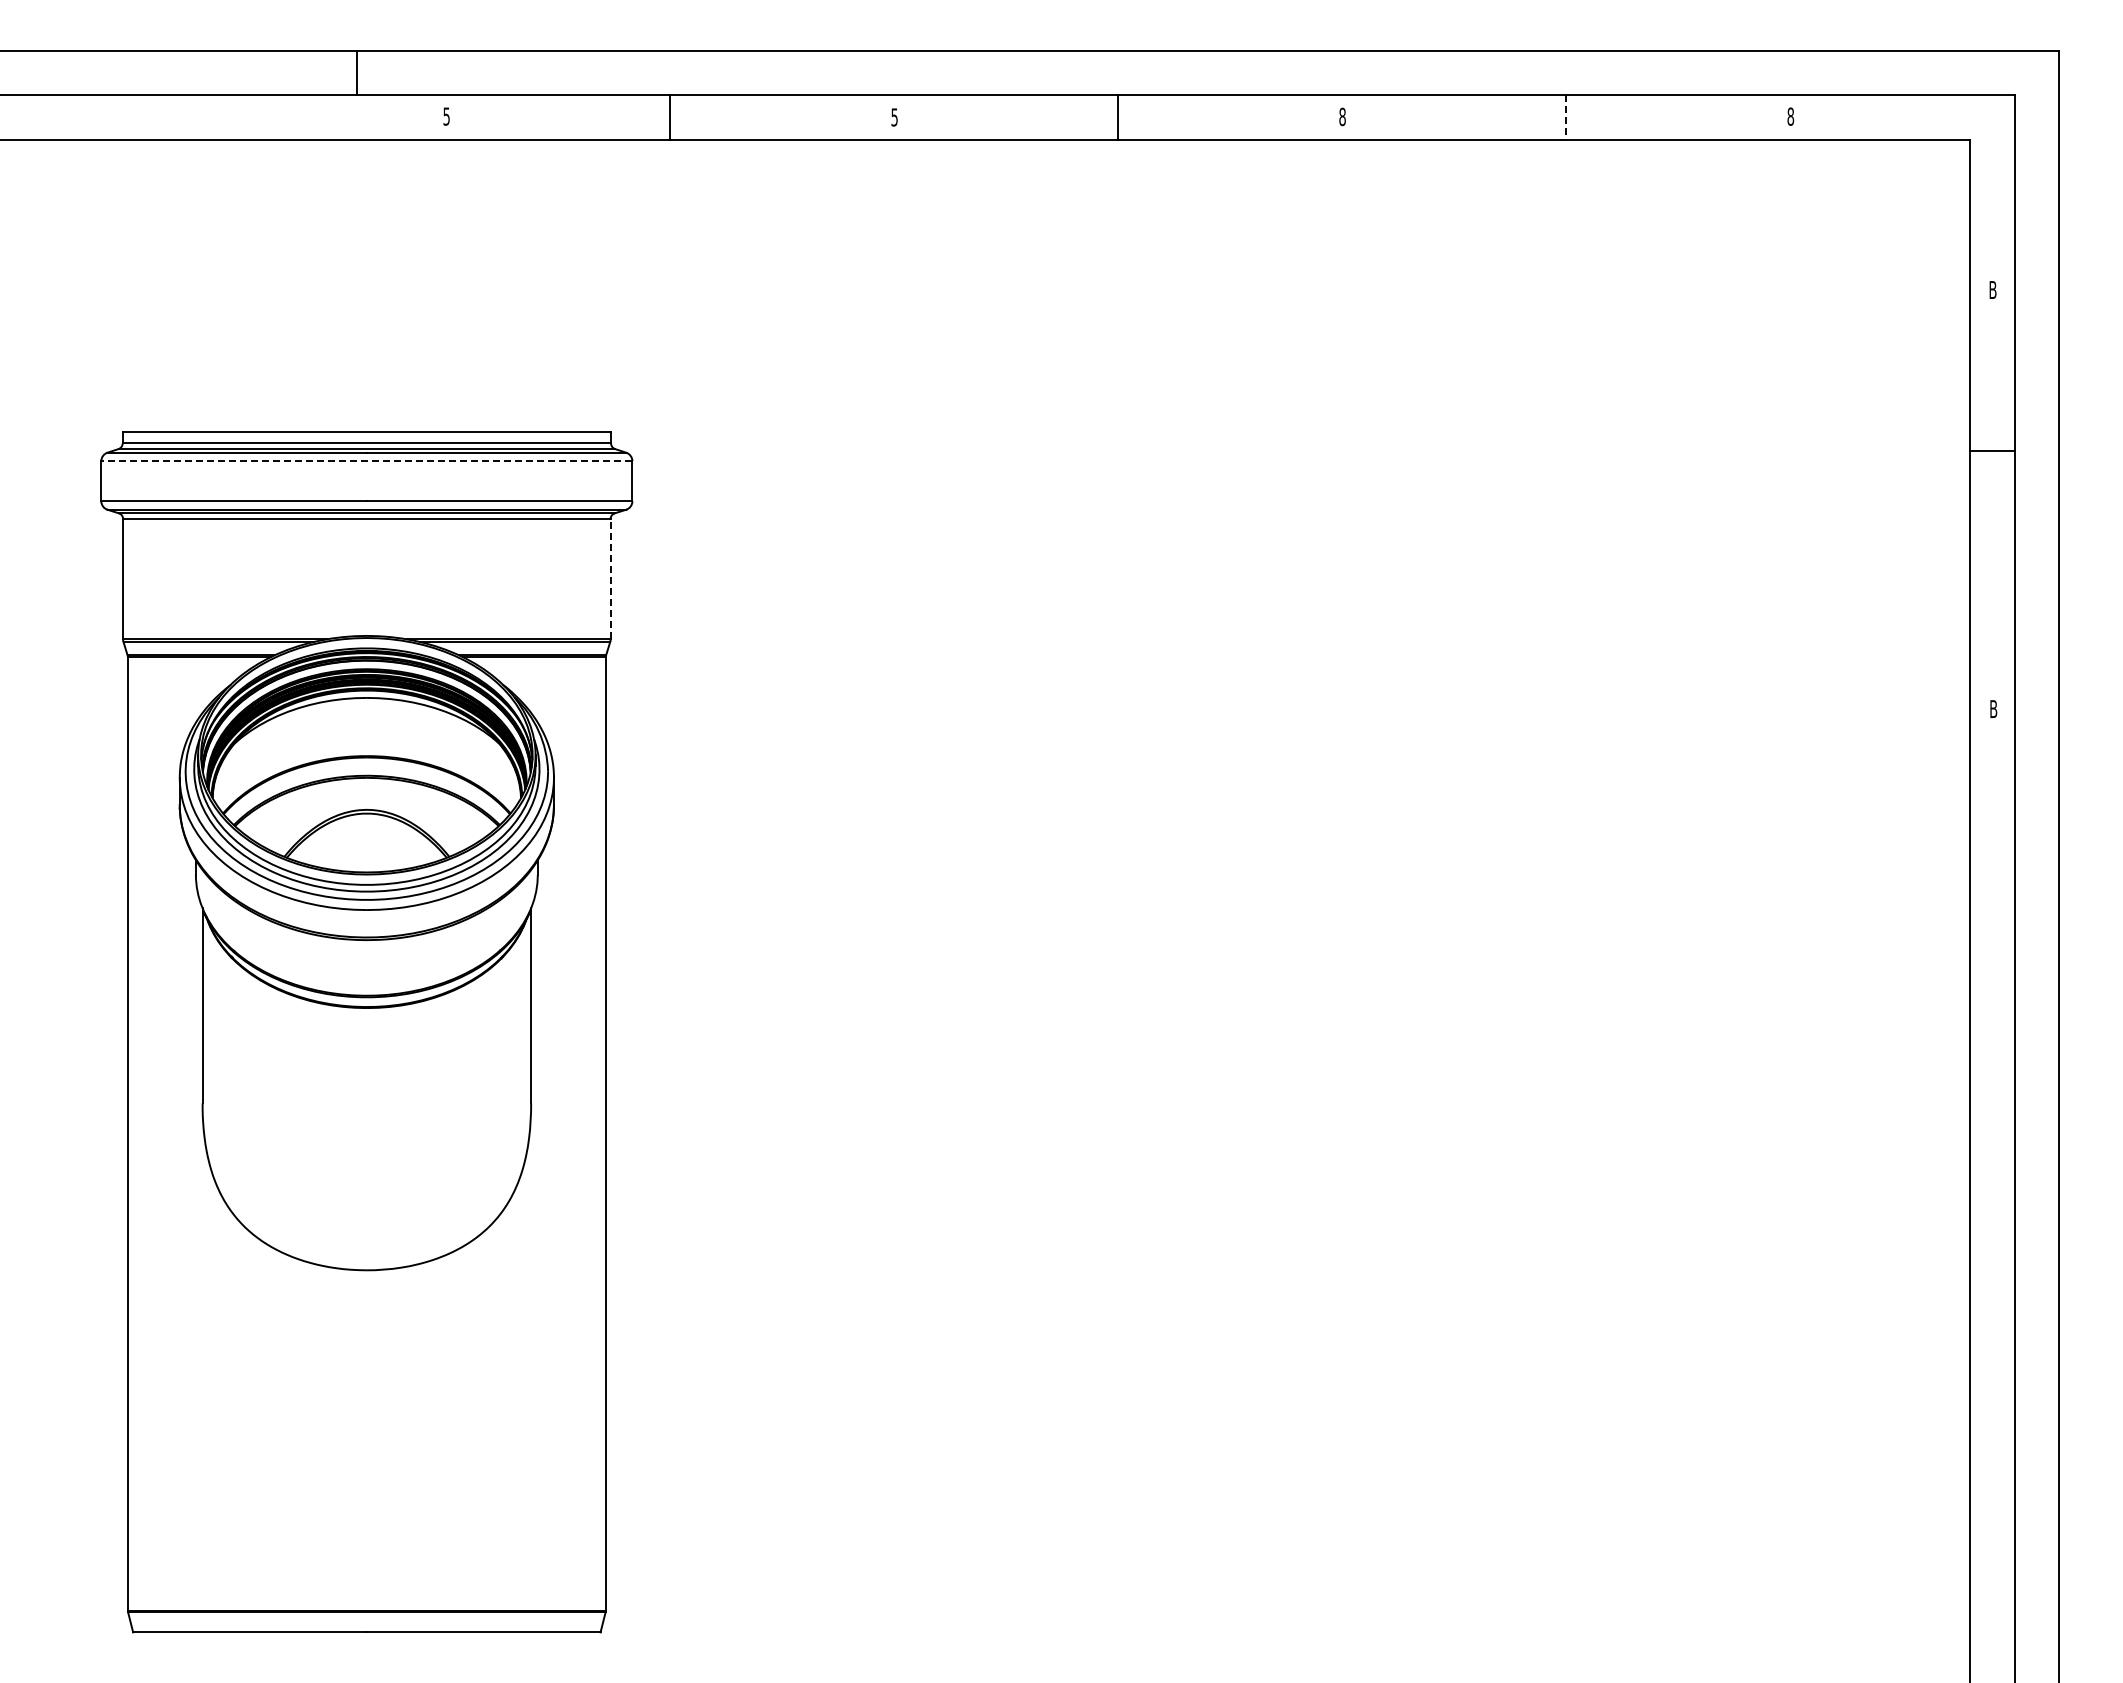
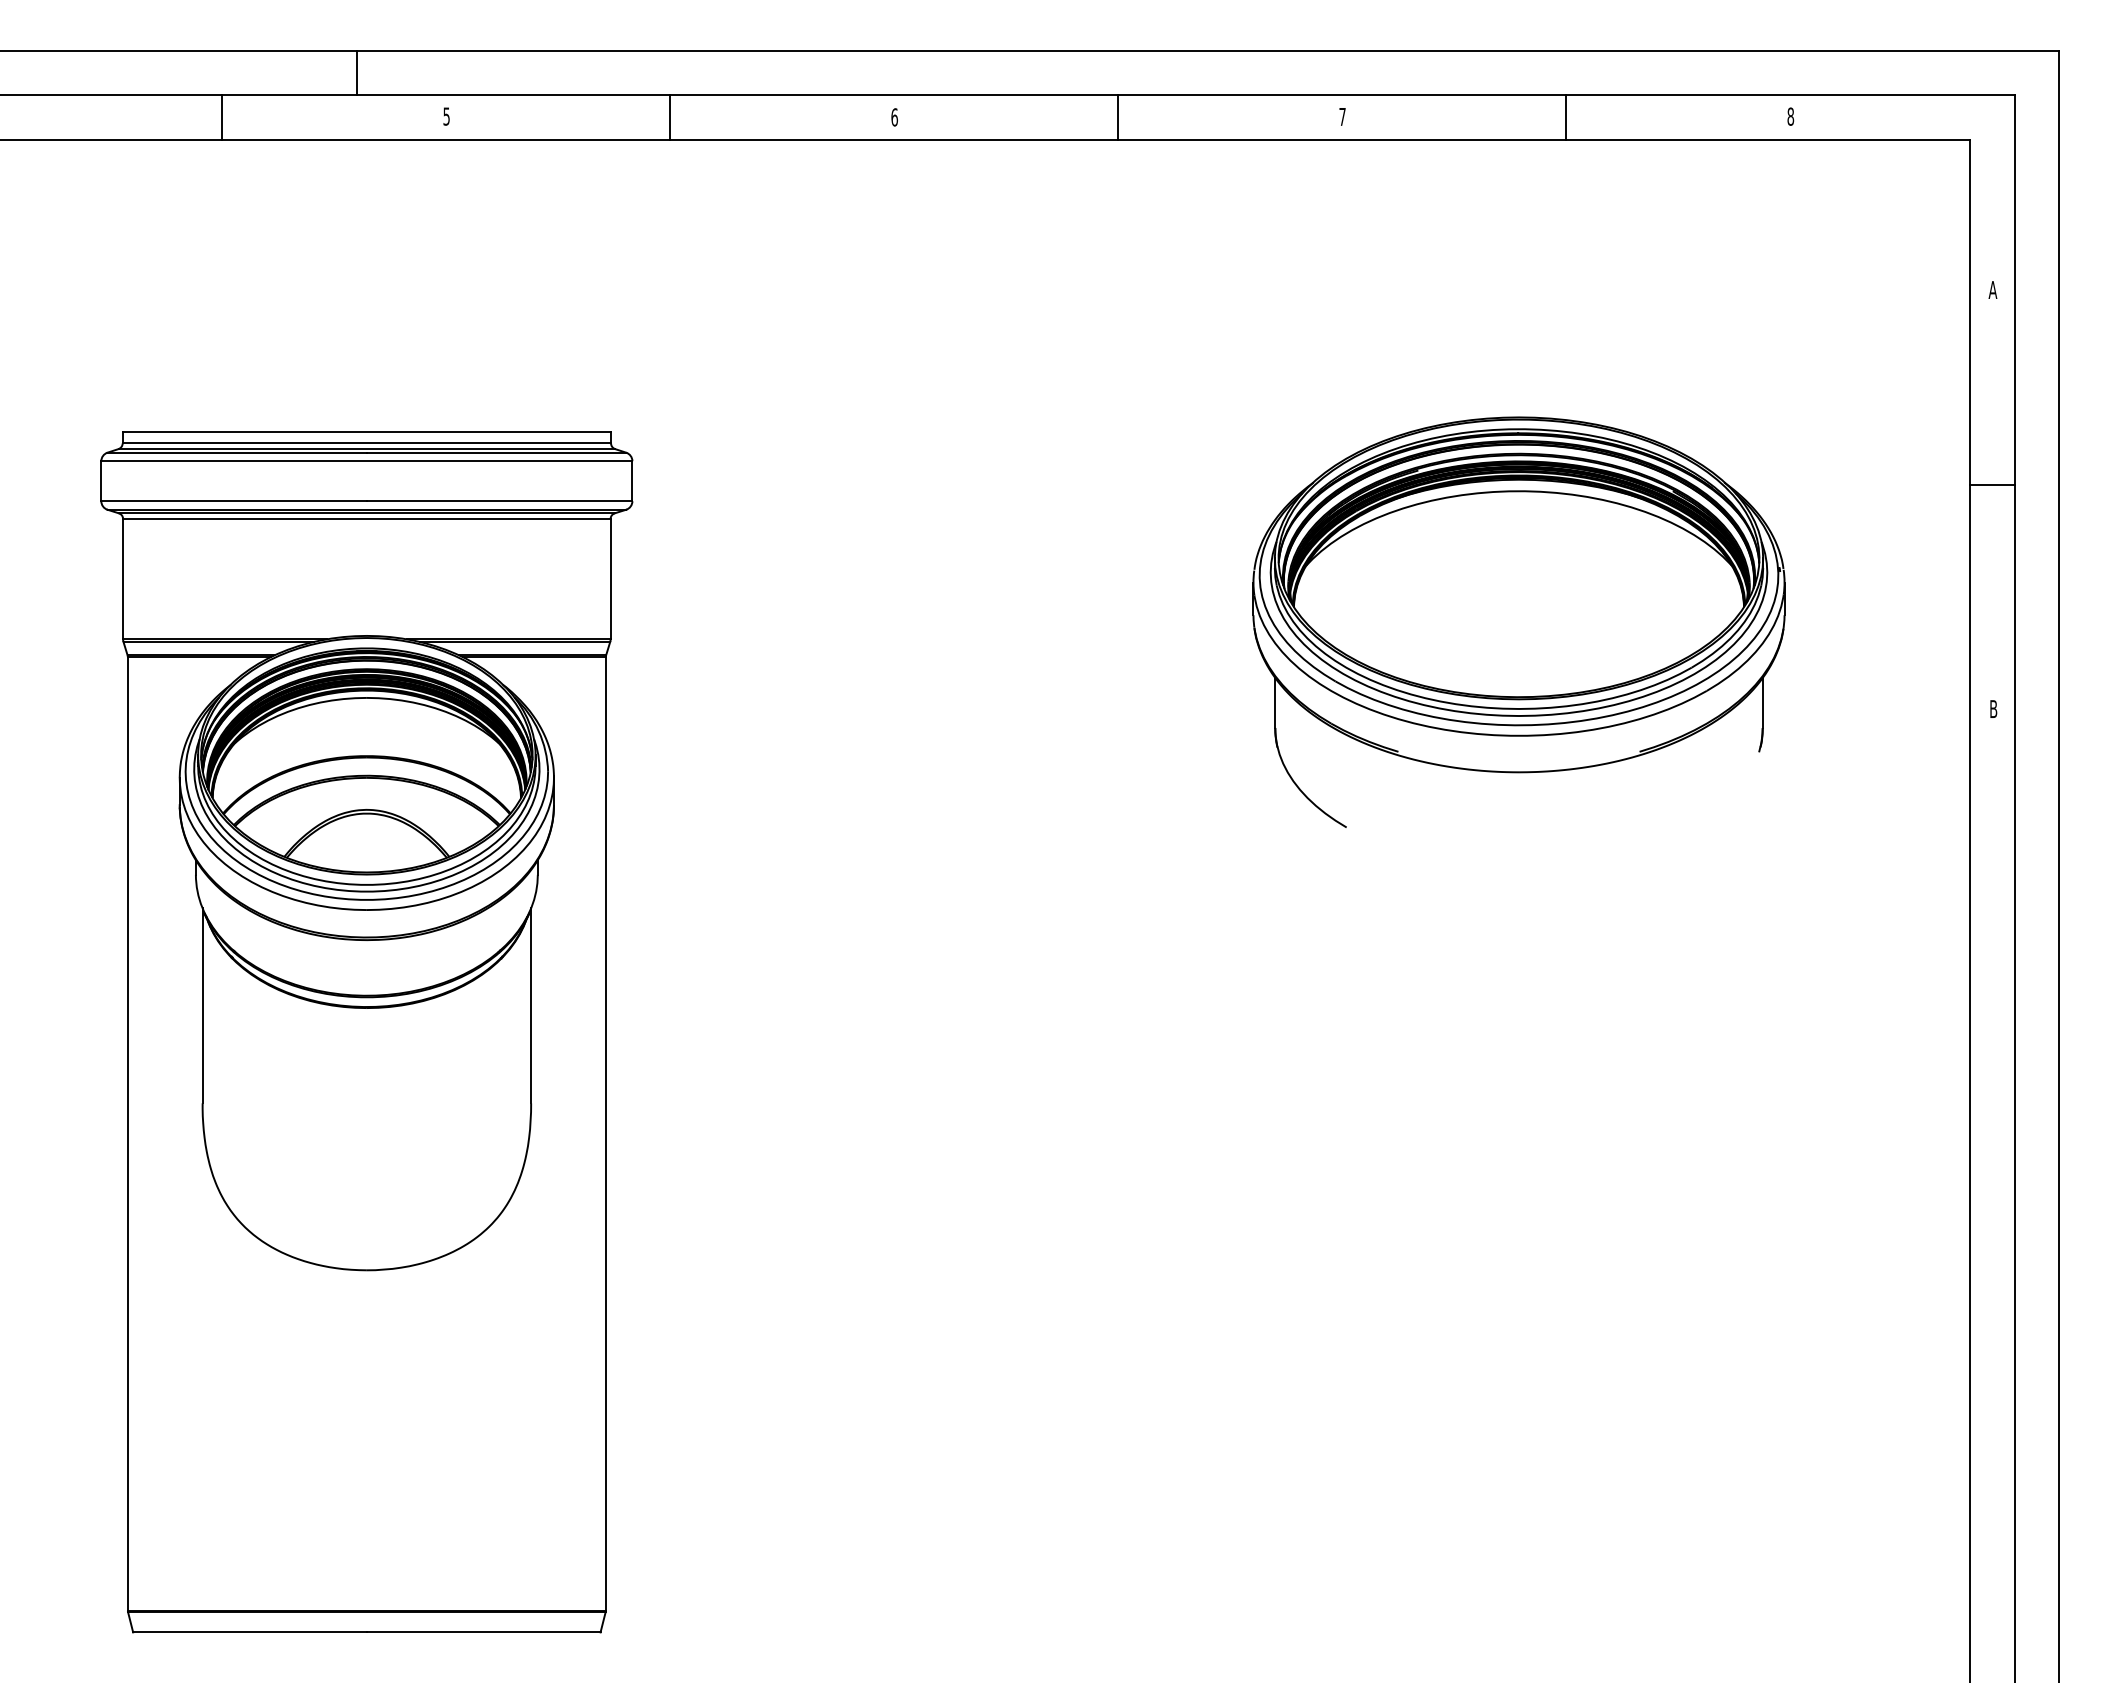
text at (1342, 116): 8 -> 7
line at (222, 117): none -> present
text at (894, 117): 5 -> 6
line at (1566, 118): dashed -> solid
text at (1992, 289): B -> A
line at (1991, 451) position: (1991, 451) -> (1991, 485)
line at (366, 461): dashed -> solid
line at (610, 578): dashed -> solid
part at (1518, 621): none -> present
